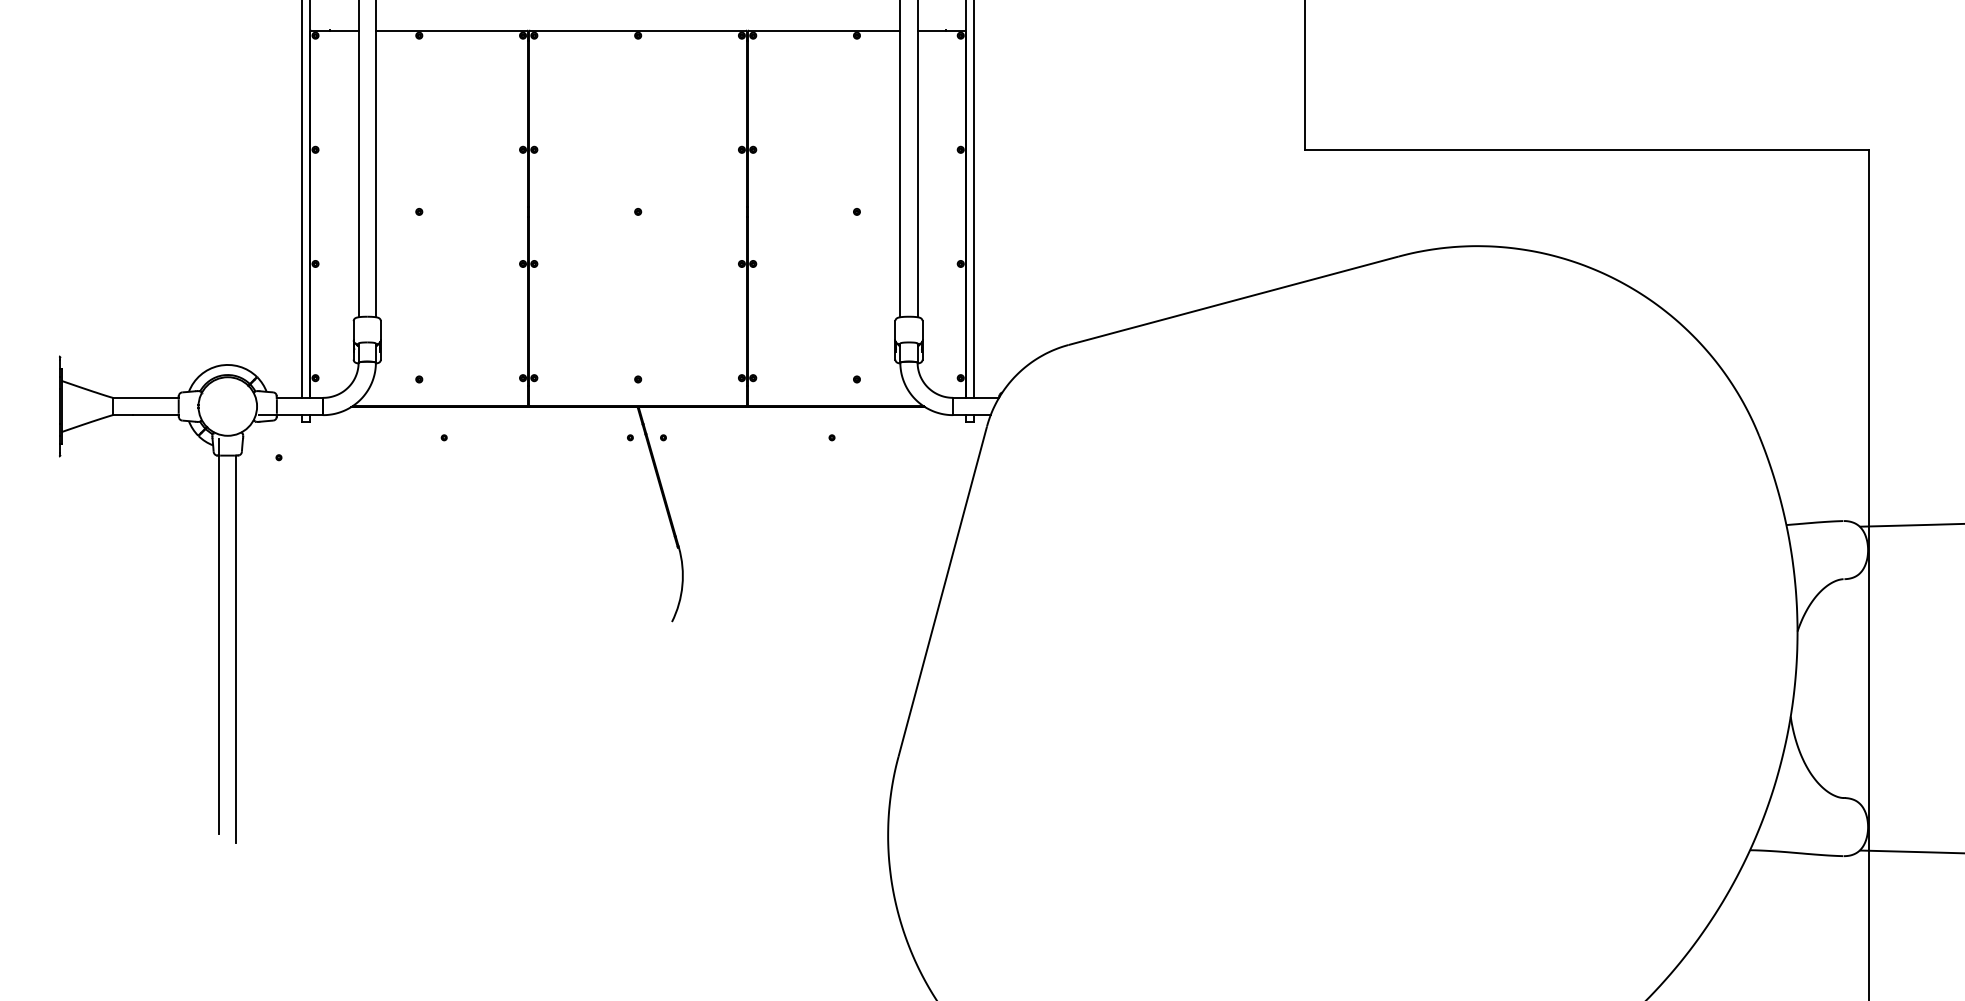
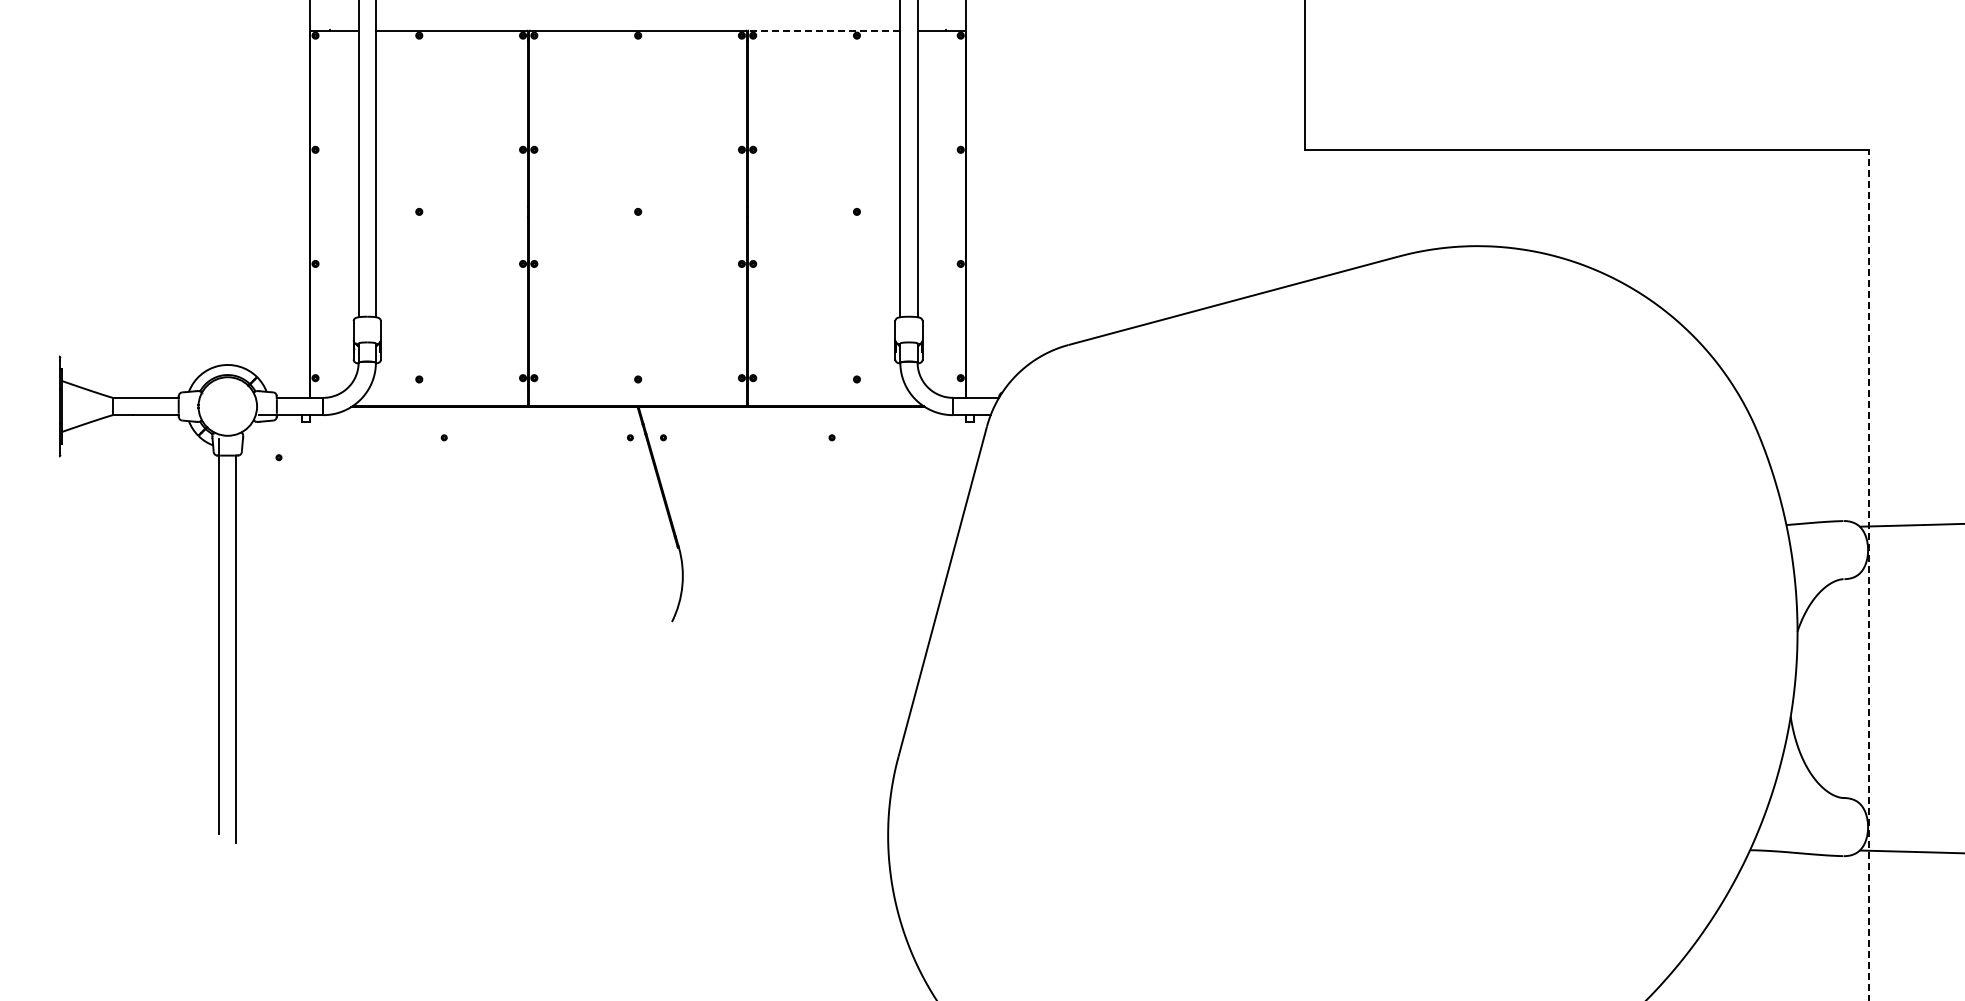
line at (824, 30): solid -> dashed
line at (302, 199): present -> none
line at (974, 199): present -> none
line at (1869, 575): solid -> dashed
